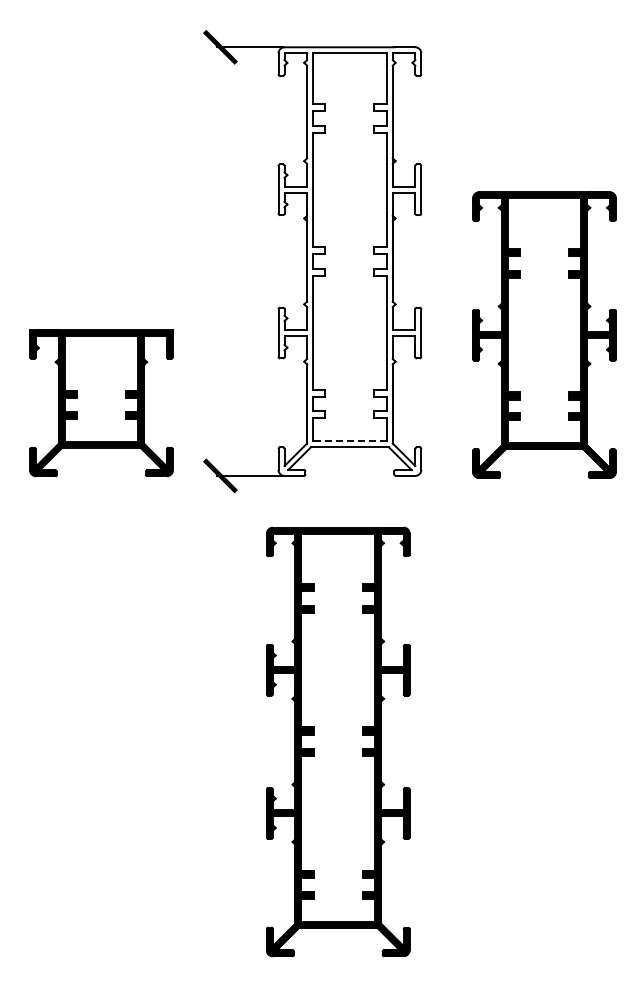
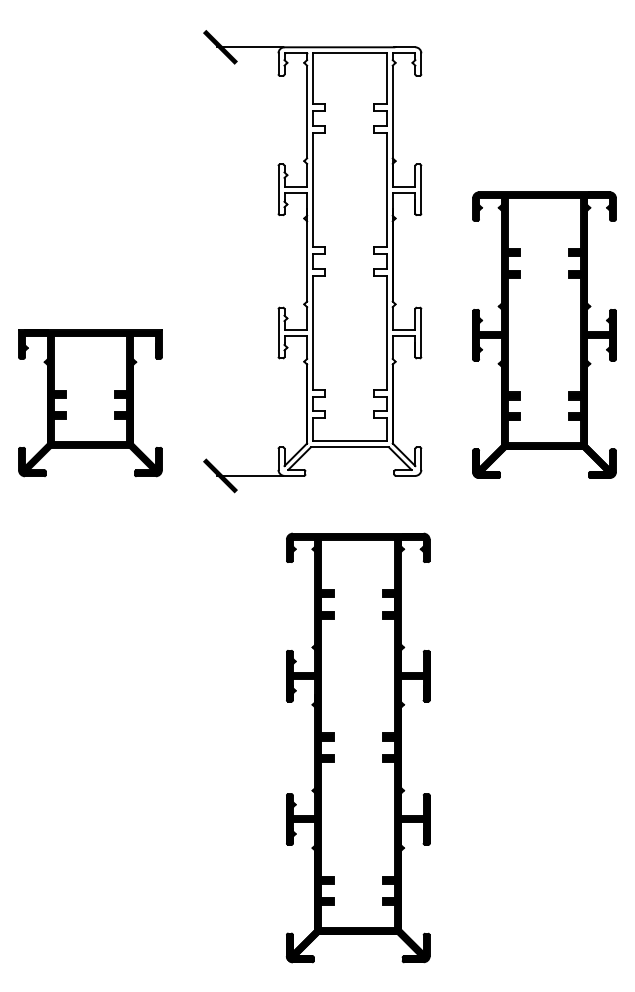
part at (101, 403) position: (101, 403) -> (90, 403)
line at (349, 441): dashed -> solid
part at (338, 741) position: (338, 741) -> (358, 747)
